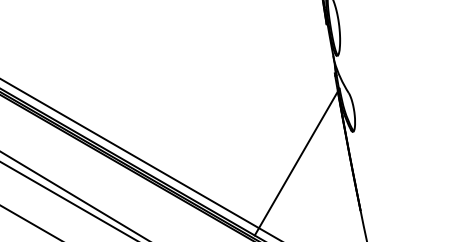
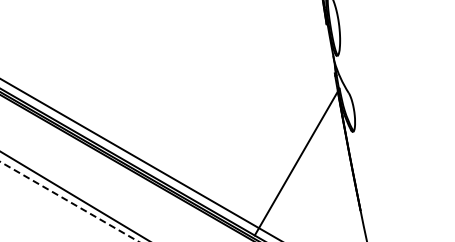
line at (69, 201): solid -> dashed
line at (29, 222): present -> none
